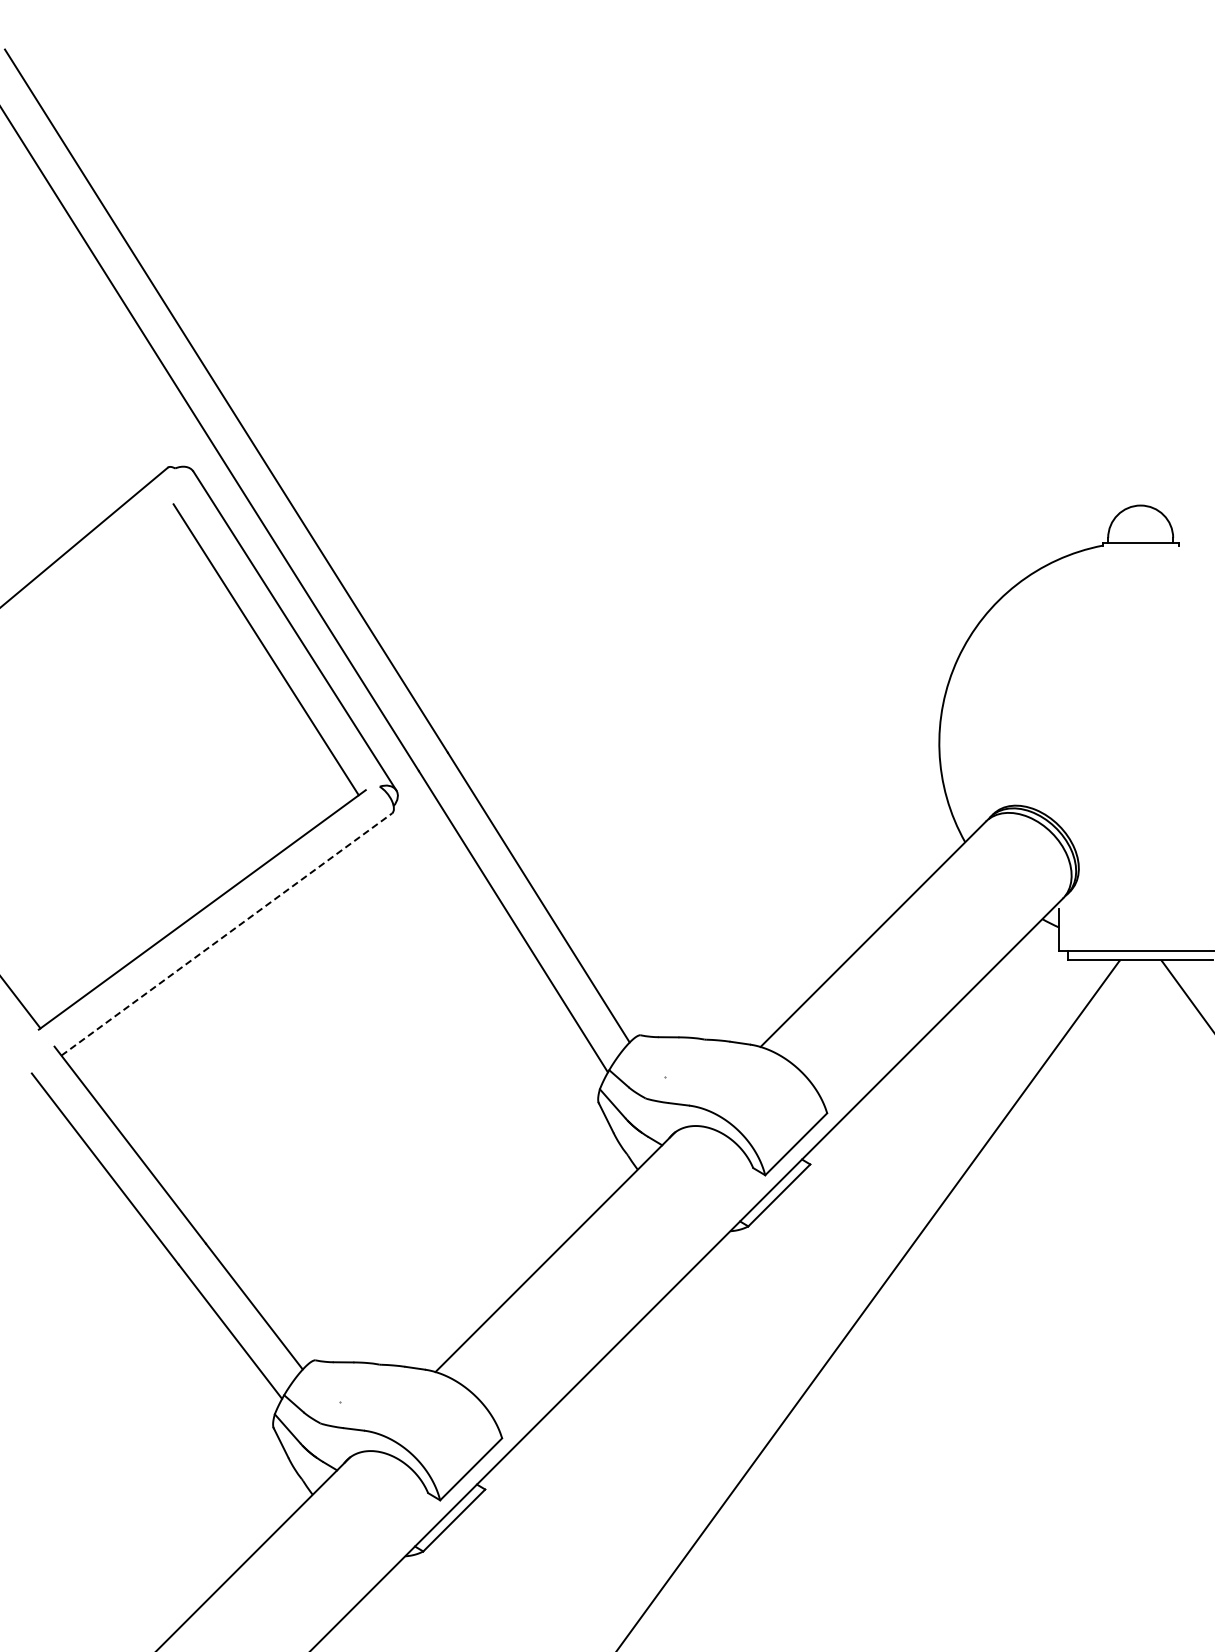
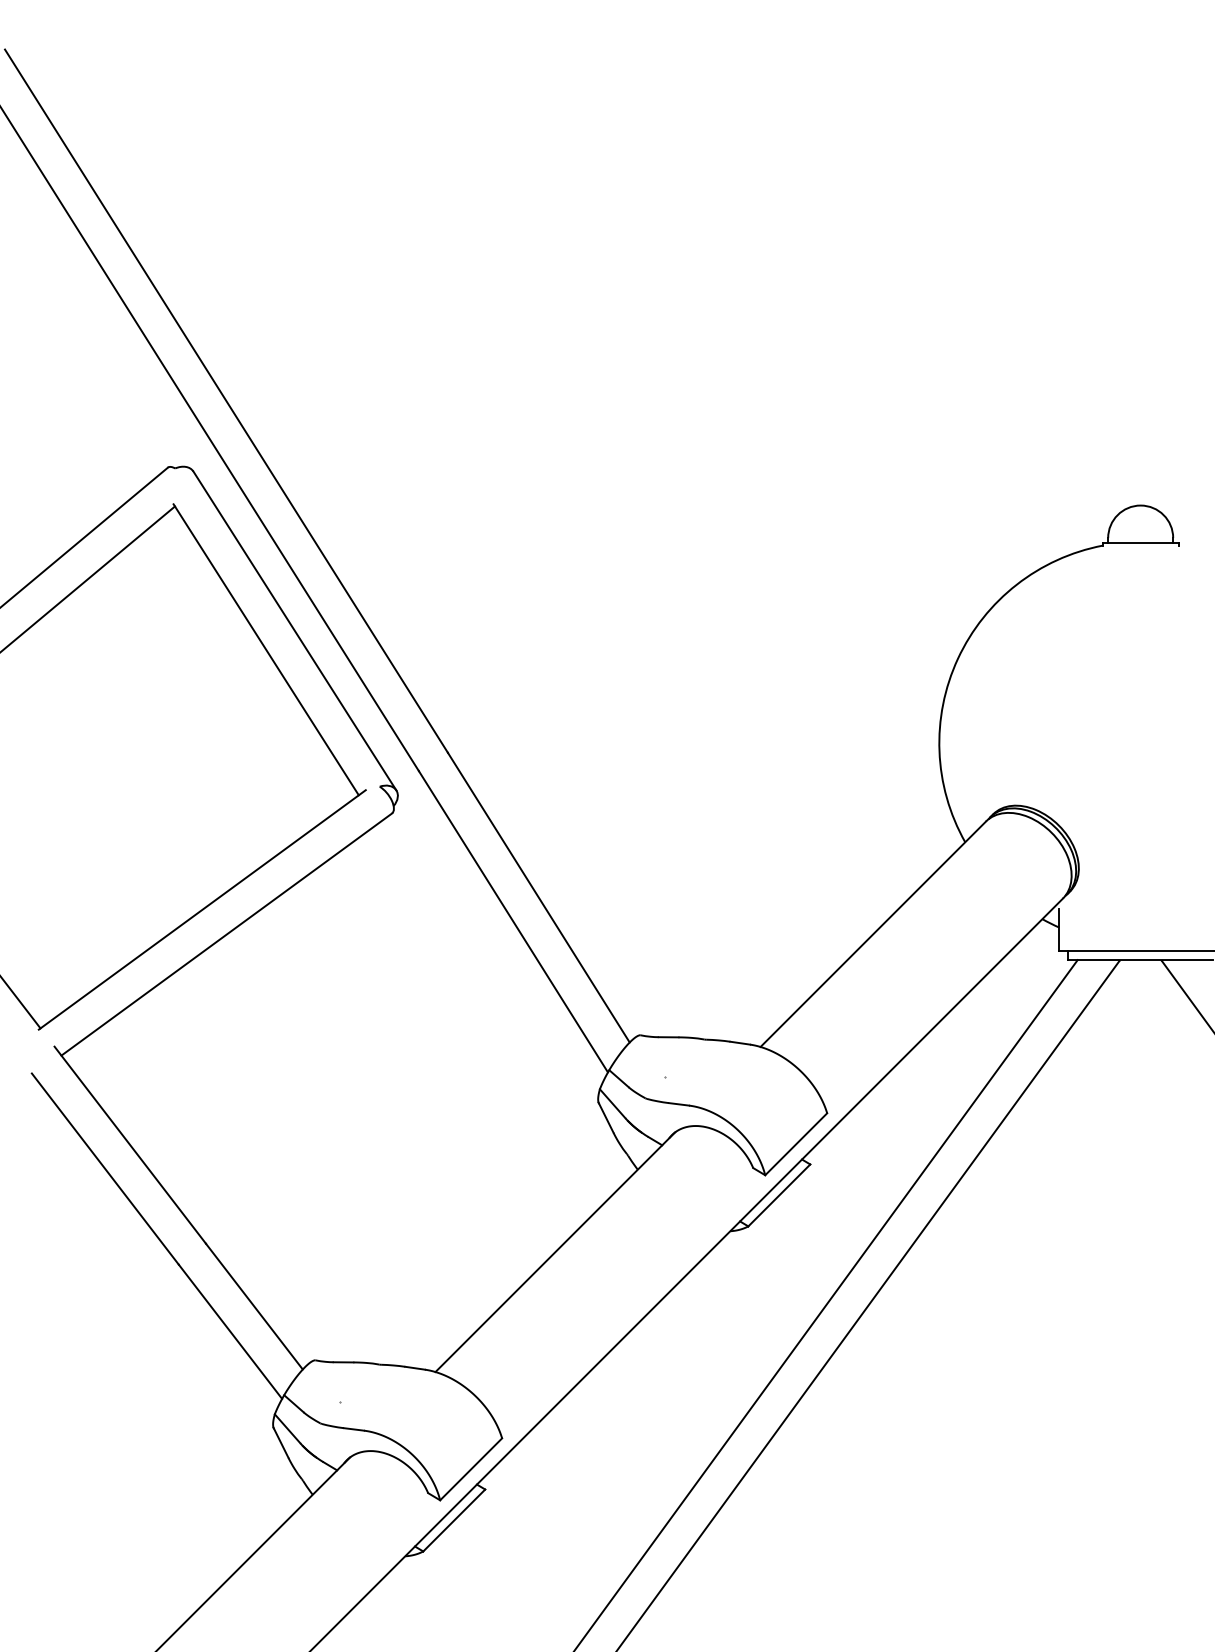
line at (88, 578): none -> present
line at (226, 934): dashed -> solid
line at (826, 1304): none -> present
